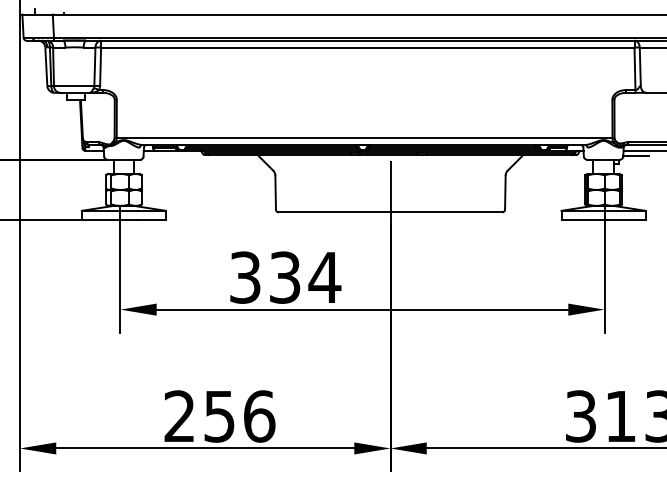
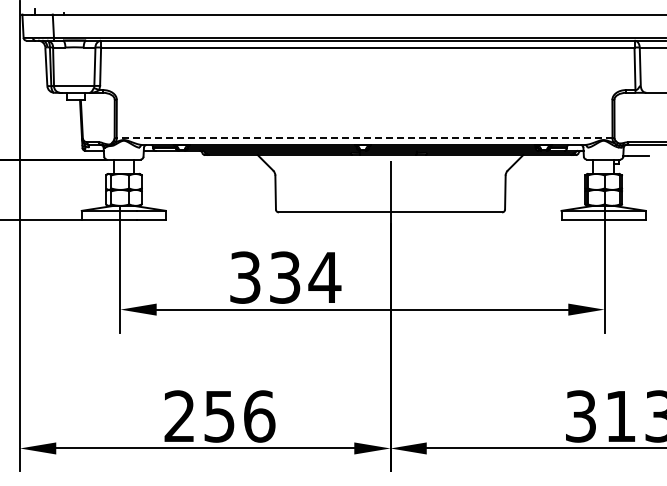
line at (364, 138): solid -> dashed
line at (643, 150): present -> none
